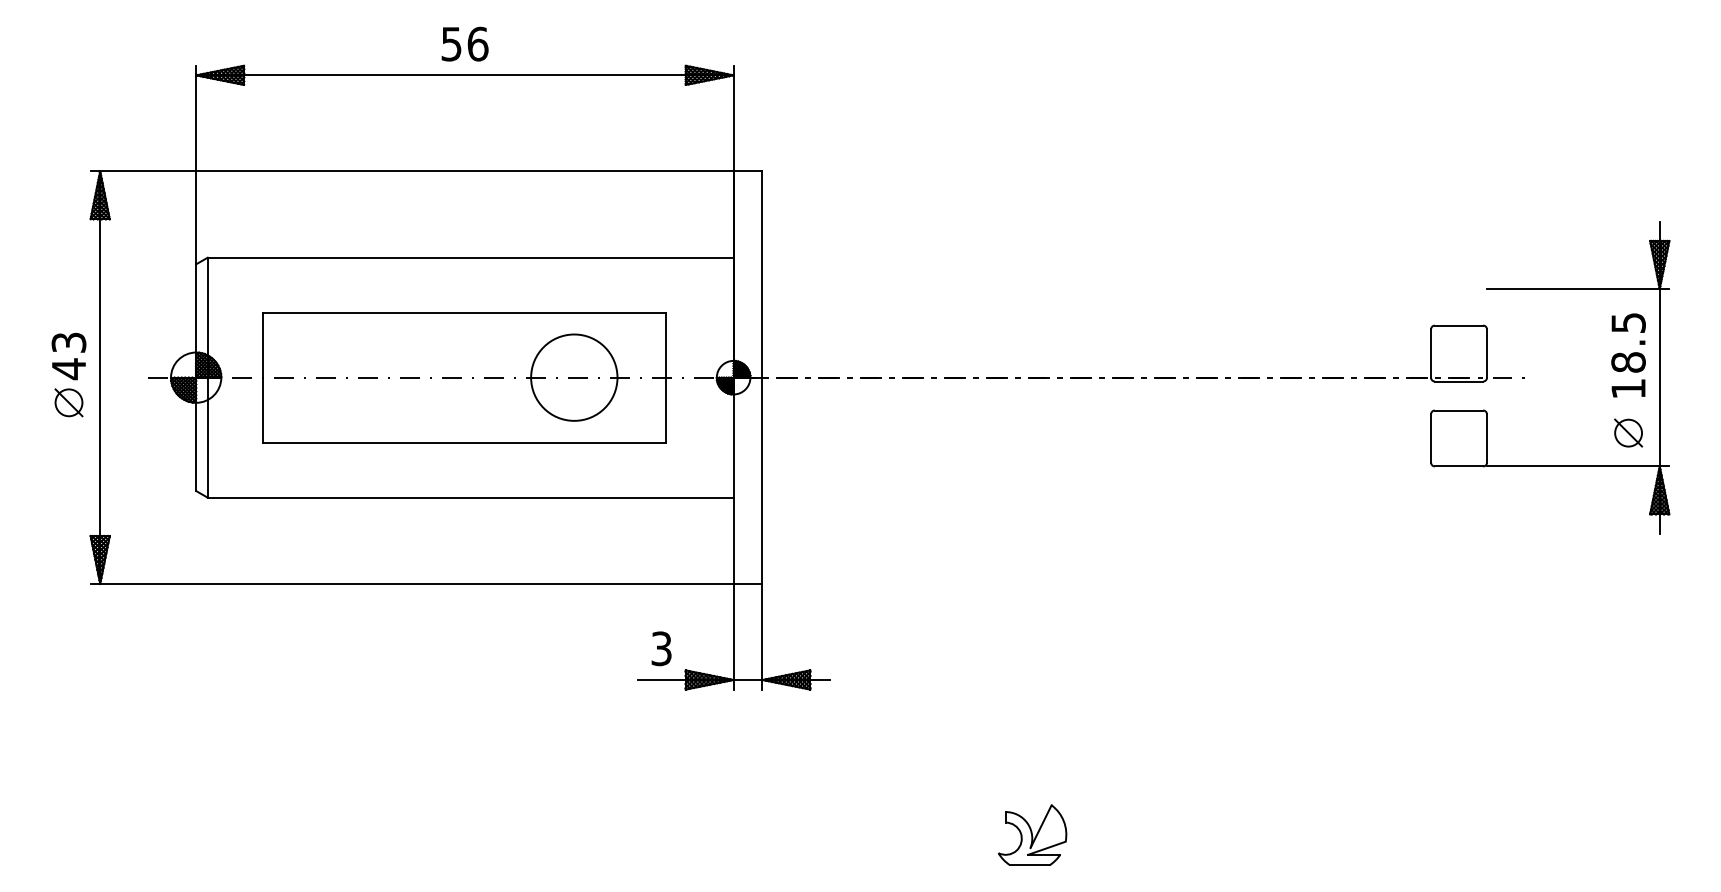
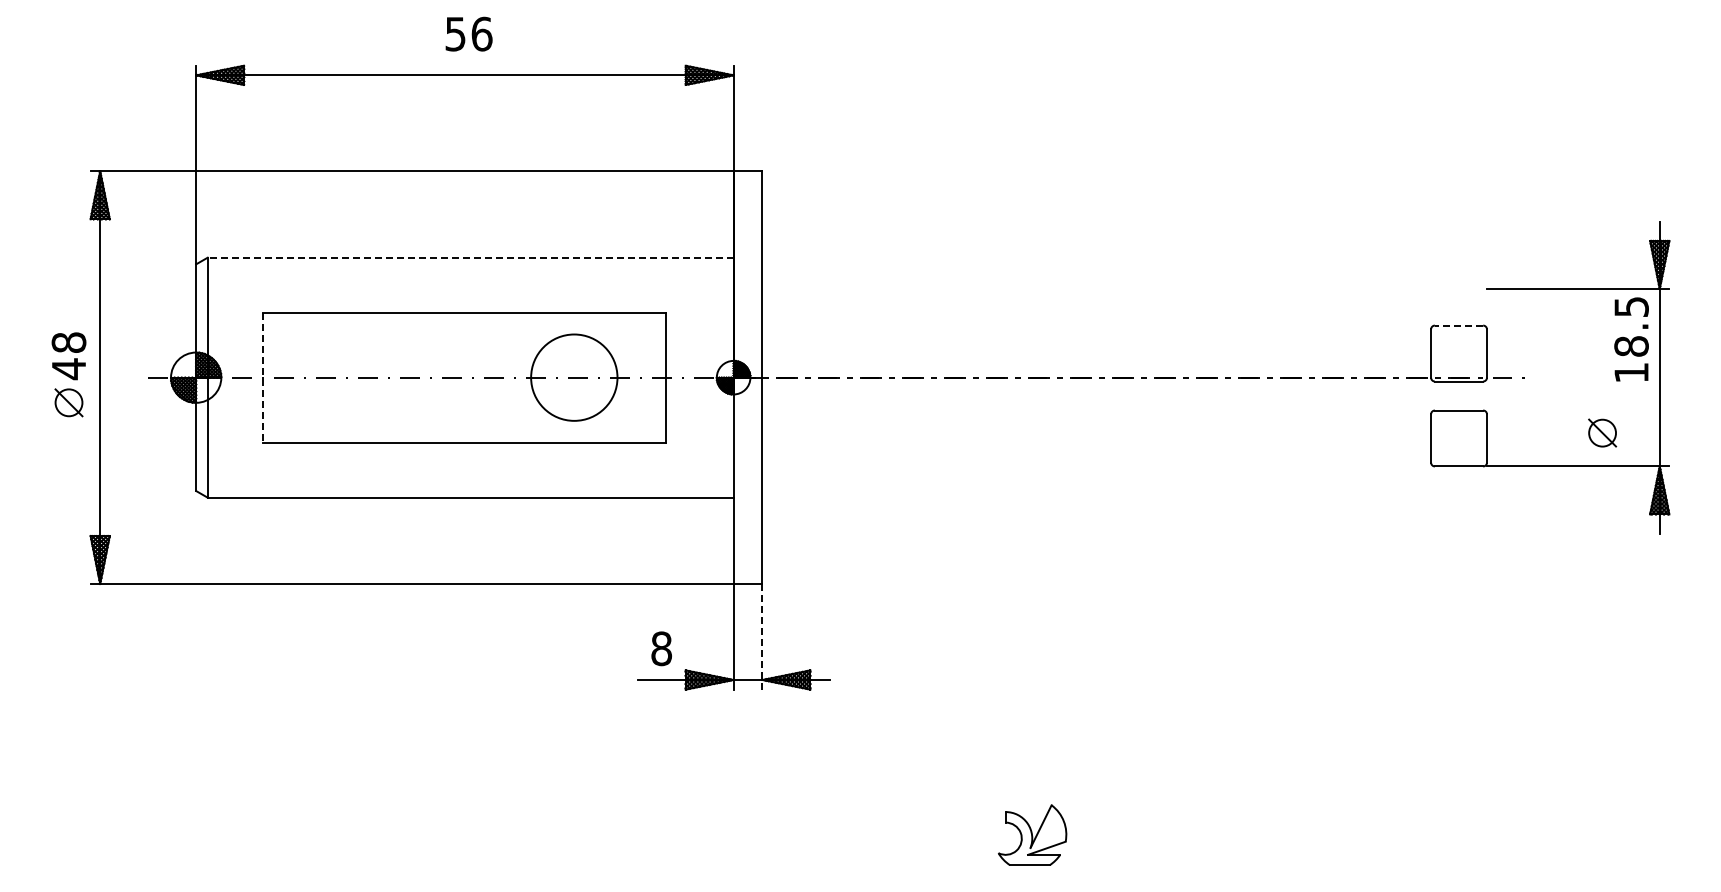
text at (464, 43) position: (464, 43) -> (468, 33)
line at (470, 257): solid -> dashed
line at (1458, 325): solid -> dashed
text at (68, 342): 43 -> 48
text at (1628, 355) position: (1628, 355) -> (1631, 339)
line at (263, 378): solid -> dashed
part at (1628, 432) position: (1628, 432) -> (1602, 432)
line at (762, 636): solid -> dashed
text at (661, 648): 3 -> 8
